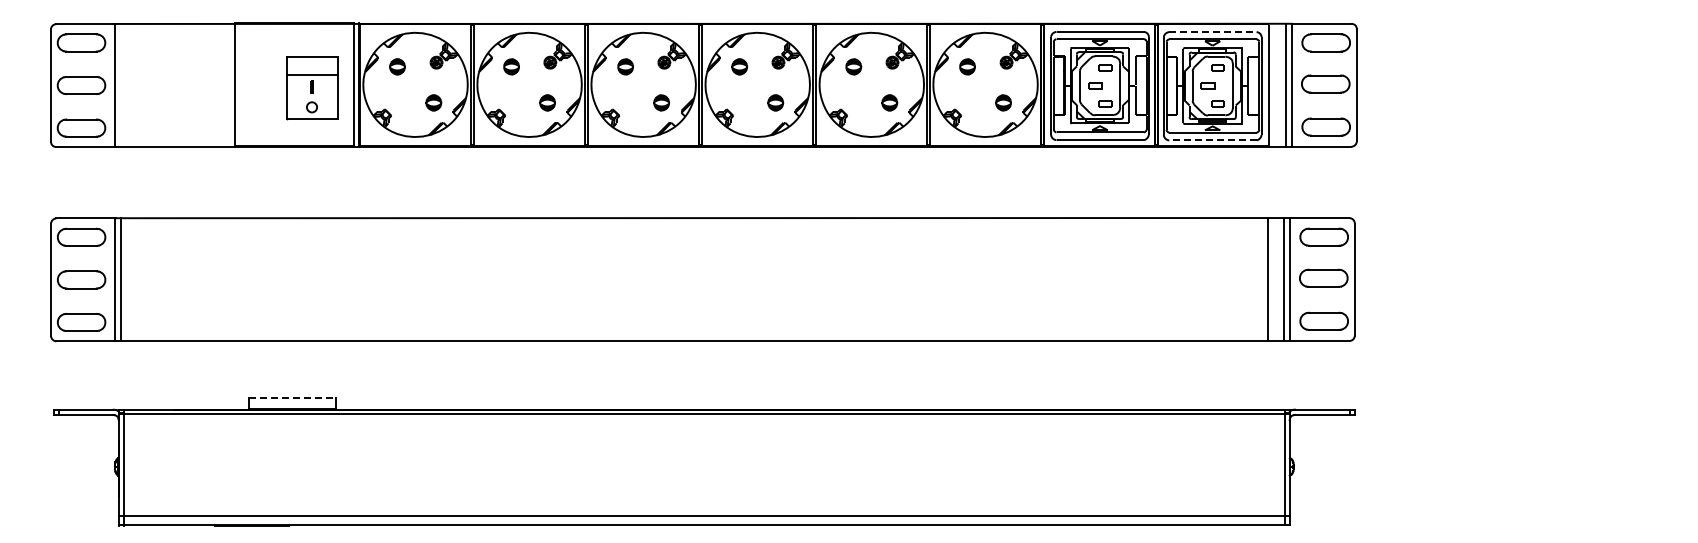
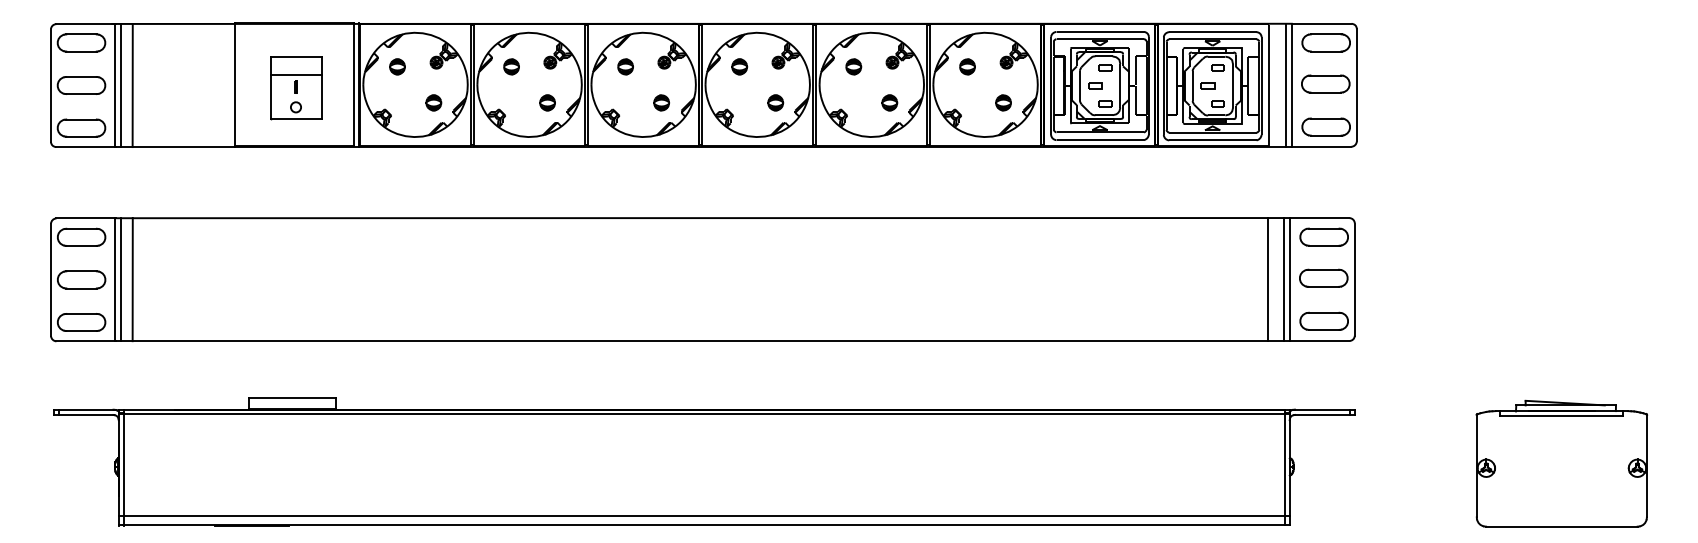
line at (1212, 32): dashed -> solid
line at (121, 85): none -> present
line at (132, 85): none -> present
part at (312, 88) position: (312, 88) -> (296, 88)
line at (1212, 140): dashed -> solid
line at (132, 279): none -> present
line at (292, 398): dashed -> solid
part at (1561, 463): none -> present
